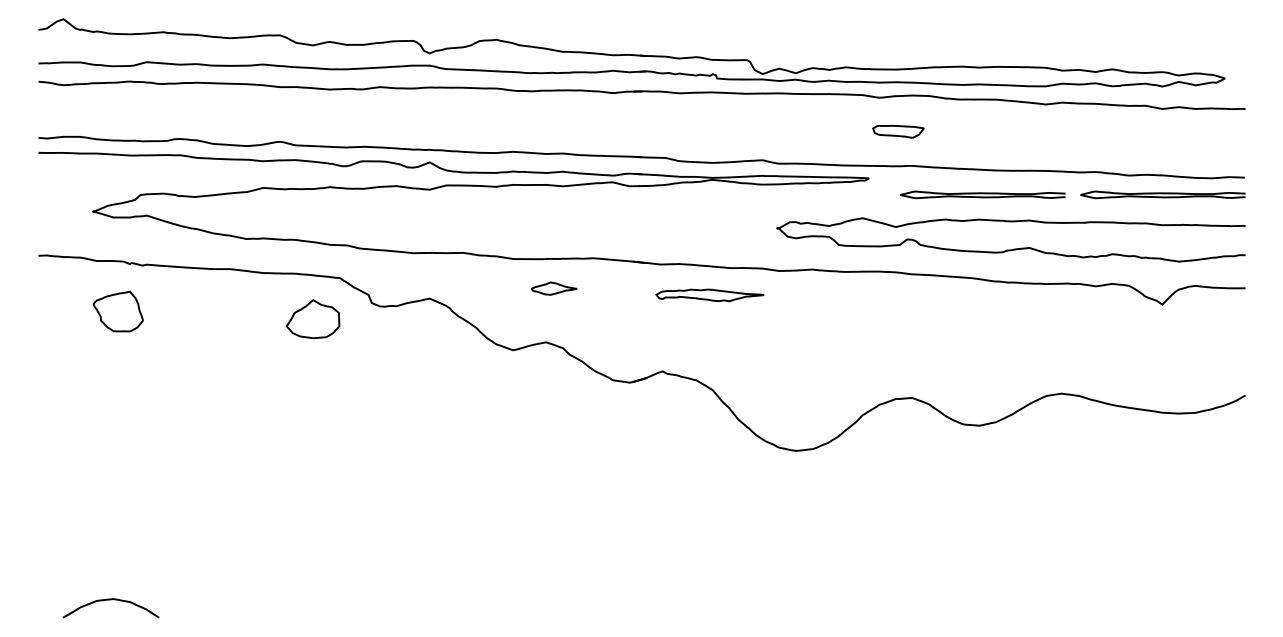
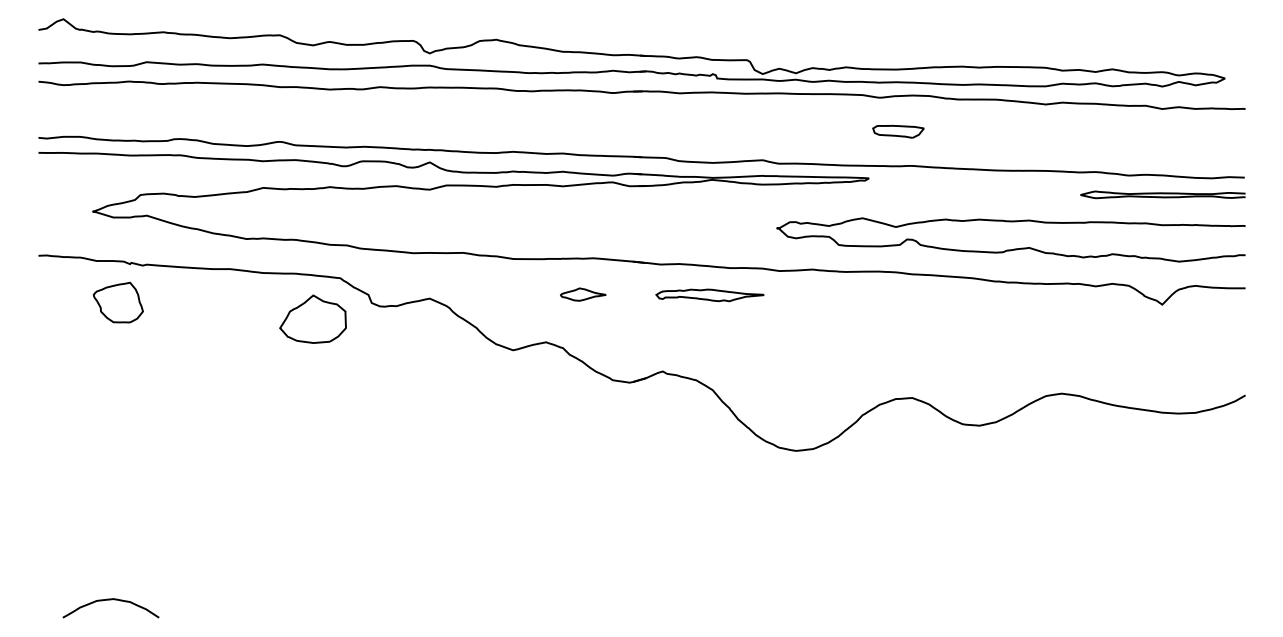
curve at (982, 194): present -> none
part at (554, 288) position: (554, 288) -> (583, 294)
part at (117, 311) position: (117, 311) -> (117, 302)
part at (312, 319) size: 56x41 px -> 68x50 px
